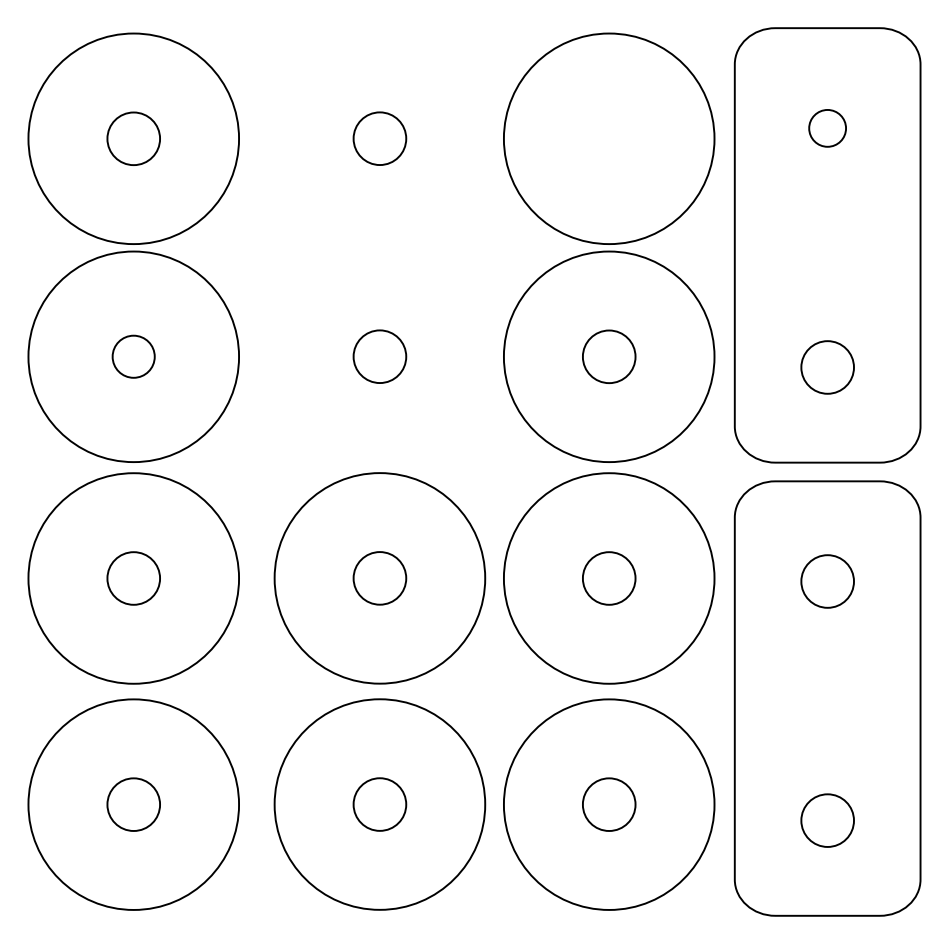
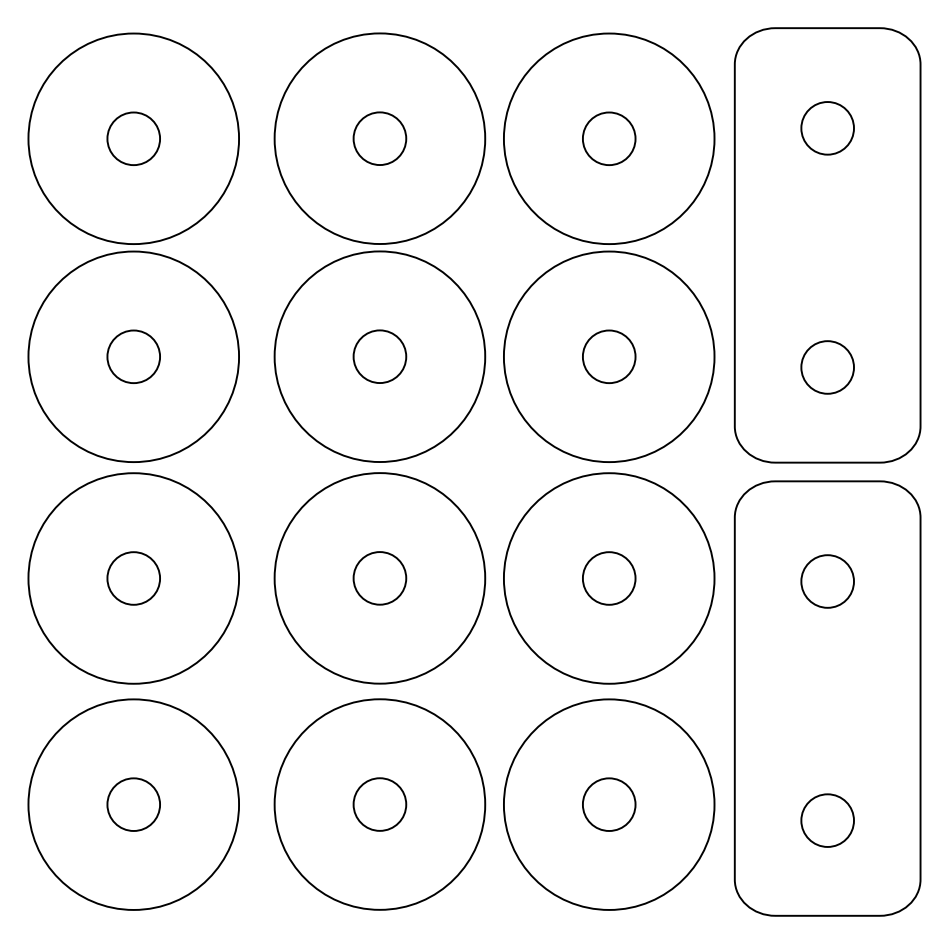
part at (827, 128) size: 39x39 px -> 55x55 px
part at (609, 138): none -> present
part at (379, 247): none -> present
part at (133, 356) size: 45x45 px -> 55x55 px
